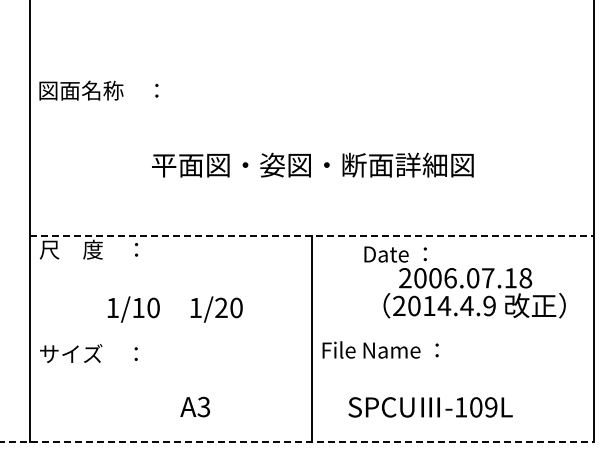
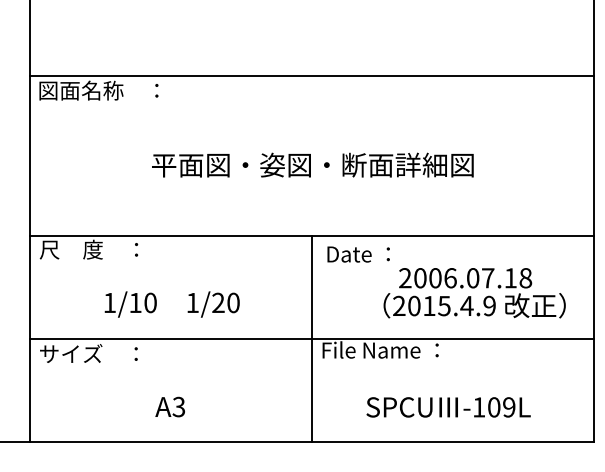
line at (311, 76): none -> present
line at (312, 235): dashed -> solid
text at (395, 254) position: (395, 254) -> (358, 254)
text at (444, 306): 2014.4.9 -> 2015.4.9
text at (174, 309) position: (174, 309) -> (171, 304)
line at (311, 338): none -> present
text at (194, 406) position: (194, 406) -> (169, 406)
text at (430, 407) position: (430, 407) -> (448, 407)
line at (297, 442): dashed -> solid
